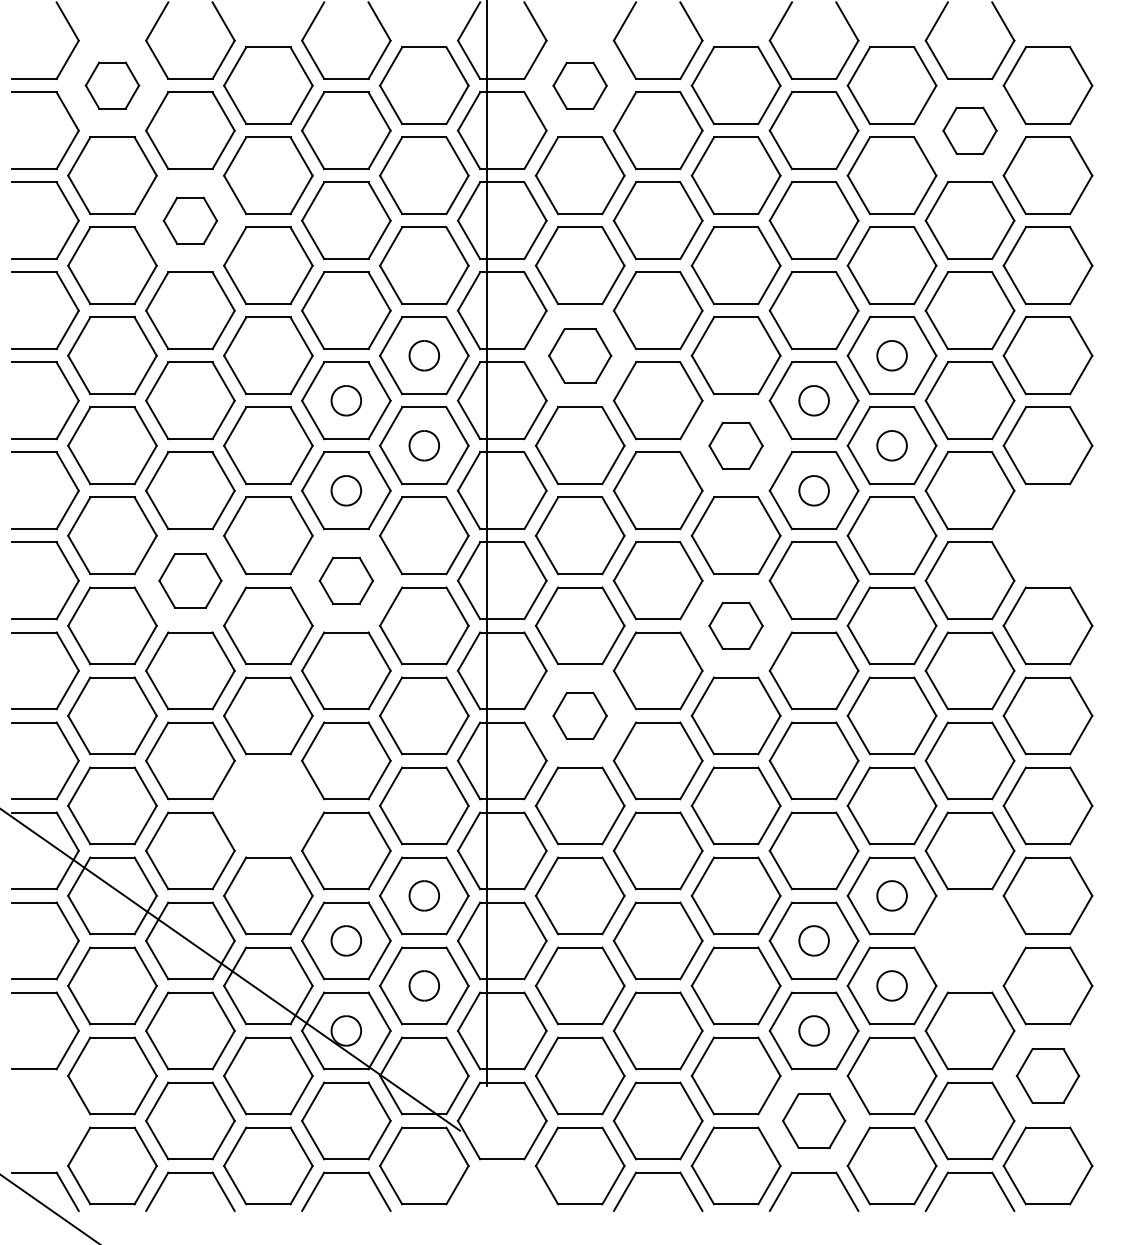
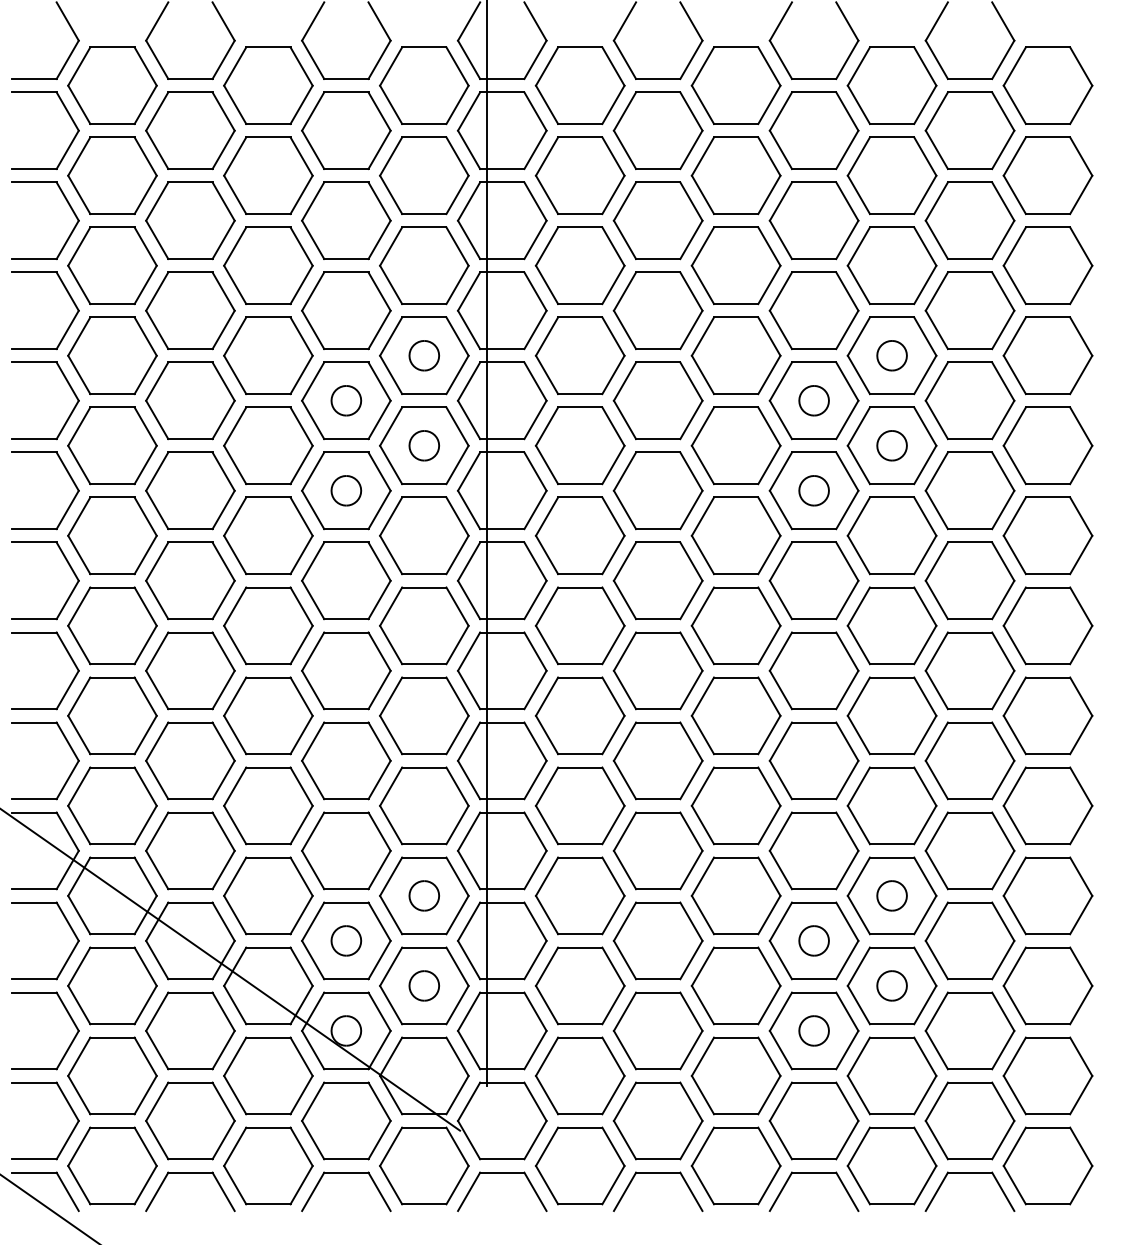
part at (112, 85) size: 57x49 px -> 91x79 px
part at (579, 85) size: 56x49 px -> 92x80 px
part at (969, 130) size: 56x49 px -> 92x80 px
part at (190, 220) size: 57x49 px -> 91x80 px
part at (580, 355) size: 65x56 px -> 92x80 px
part at (735, 445) size: 56x49 px -> 92x80 px
part at (1047, 535): none -> present
part at (190, 580) size: 65x56 px -> 91x80 px
part at (346, 580) size: 57x49 px -> 91x80 px
part at (735, 625) size: 56x49 px -> 92x80 px
part at (579, 715) size: 56x49 px -> 92x80 px
part at (268, 805): none -> present
part at (969, 940): none -> present
part at (1048, 1075) size: 65x56 px -> 92x80 px
part at (69, 1107): none -> present
part at (814, 1120) size: 65x56 px -> 92x80 px
part at (502, 1173): none -> present
